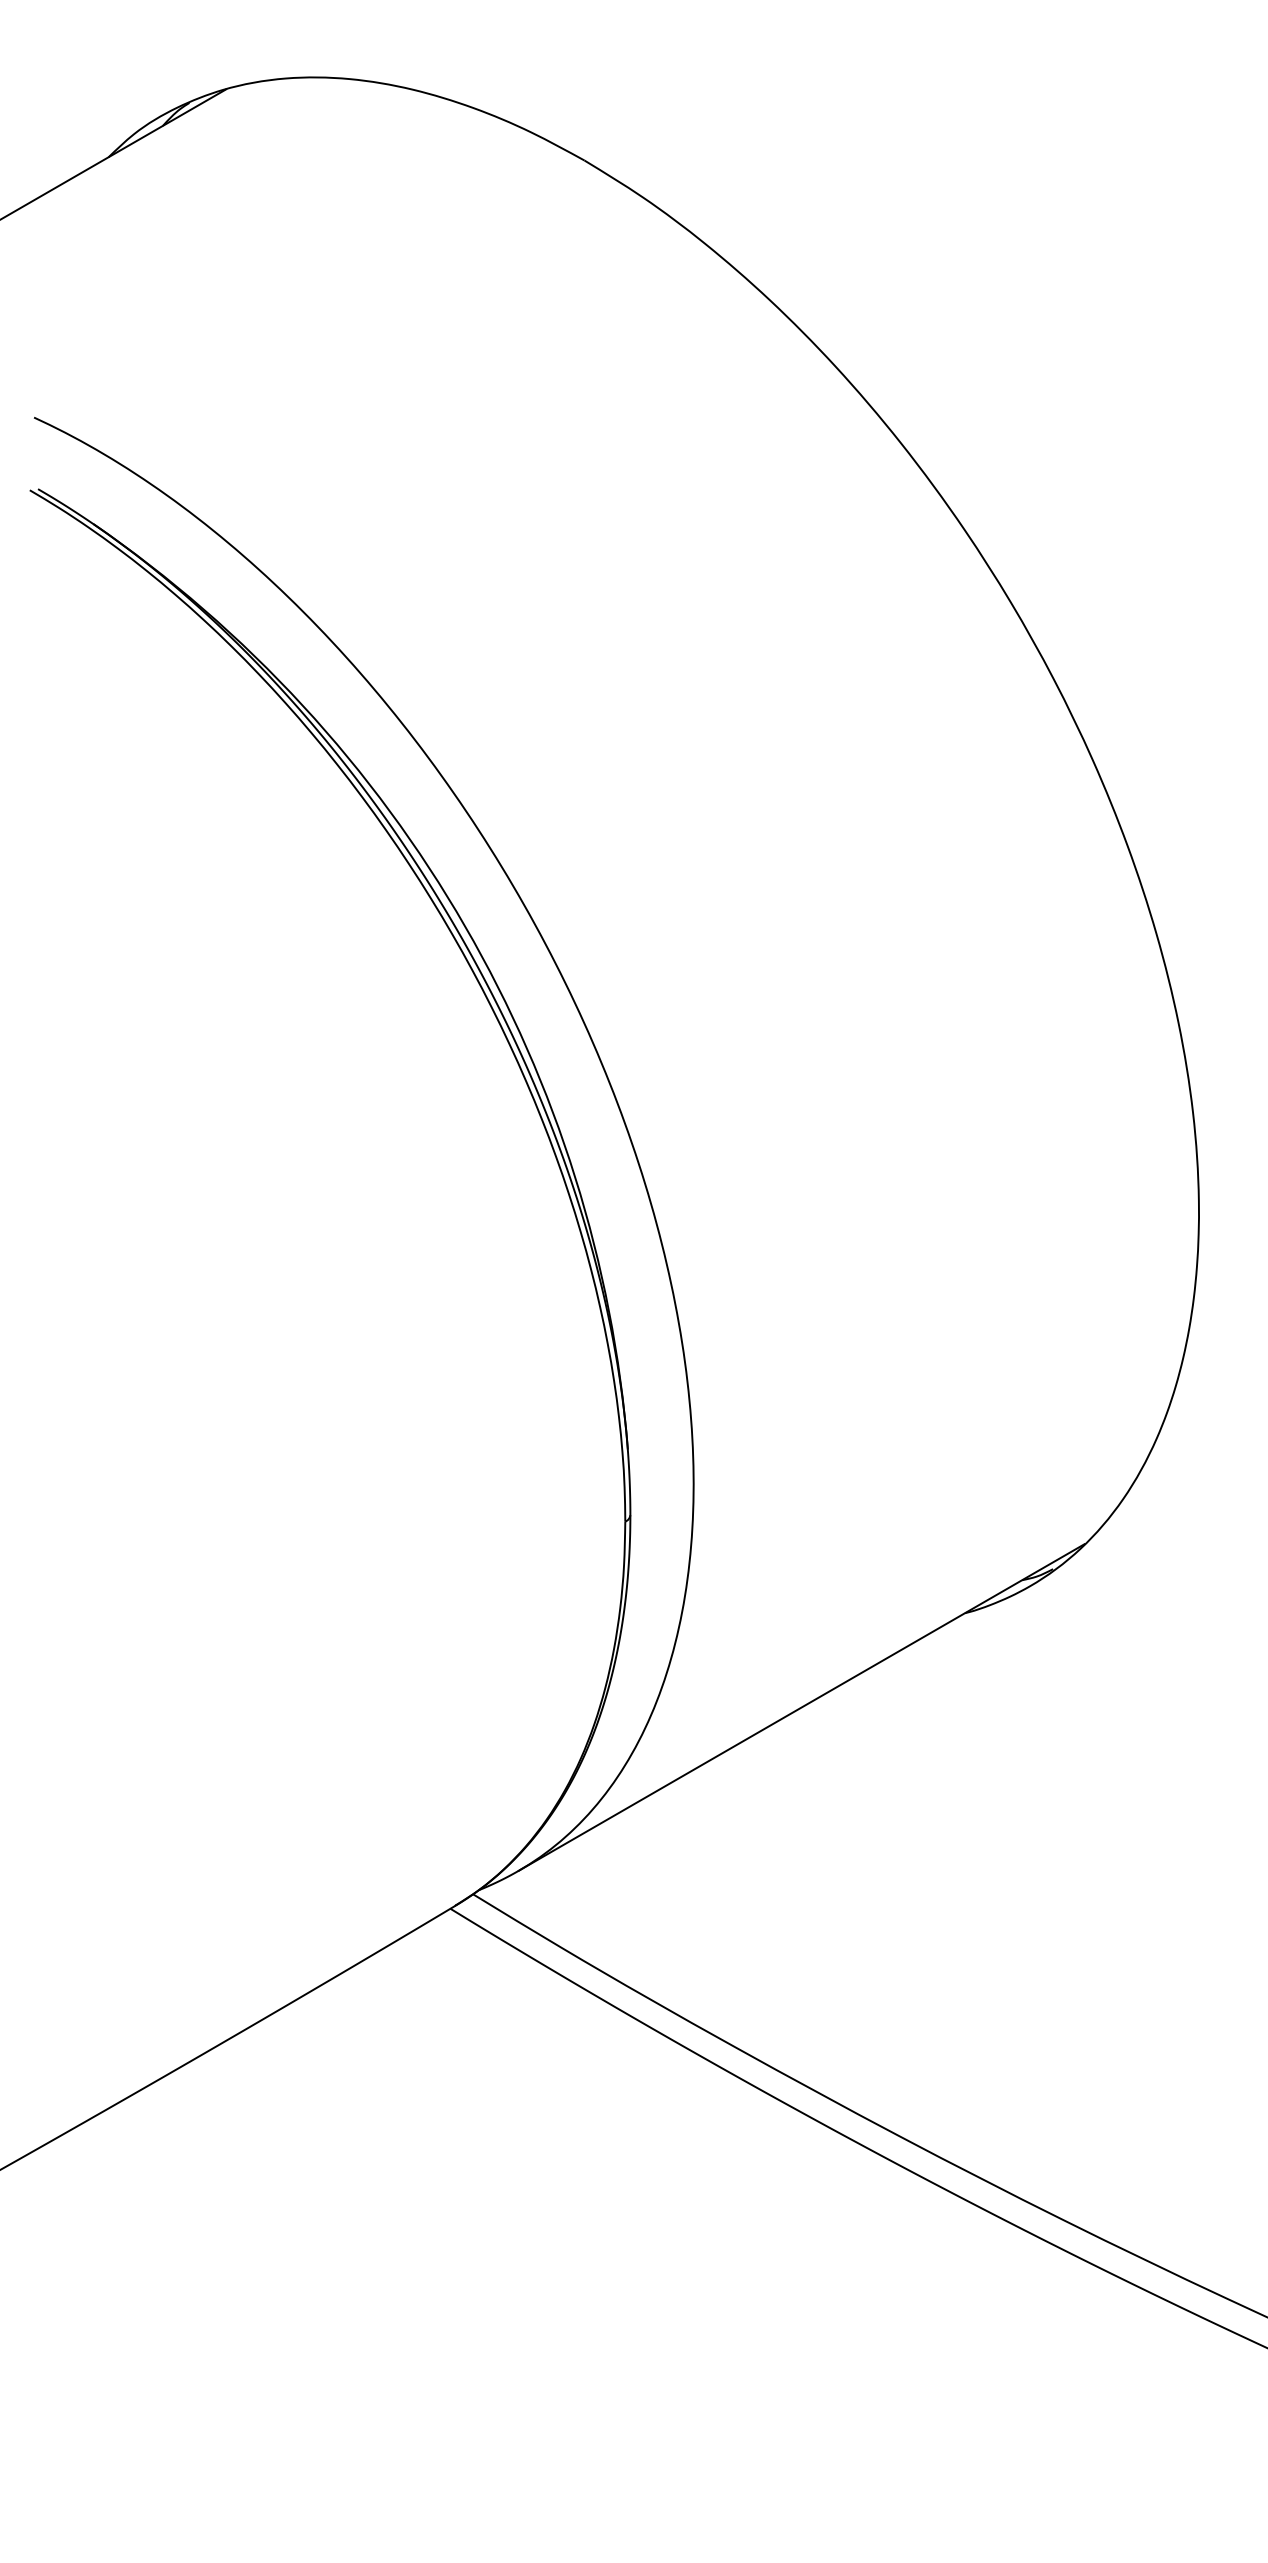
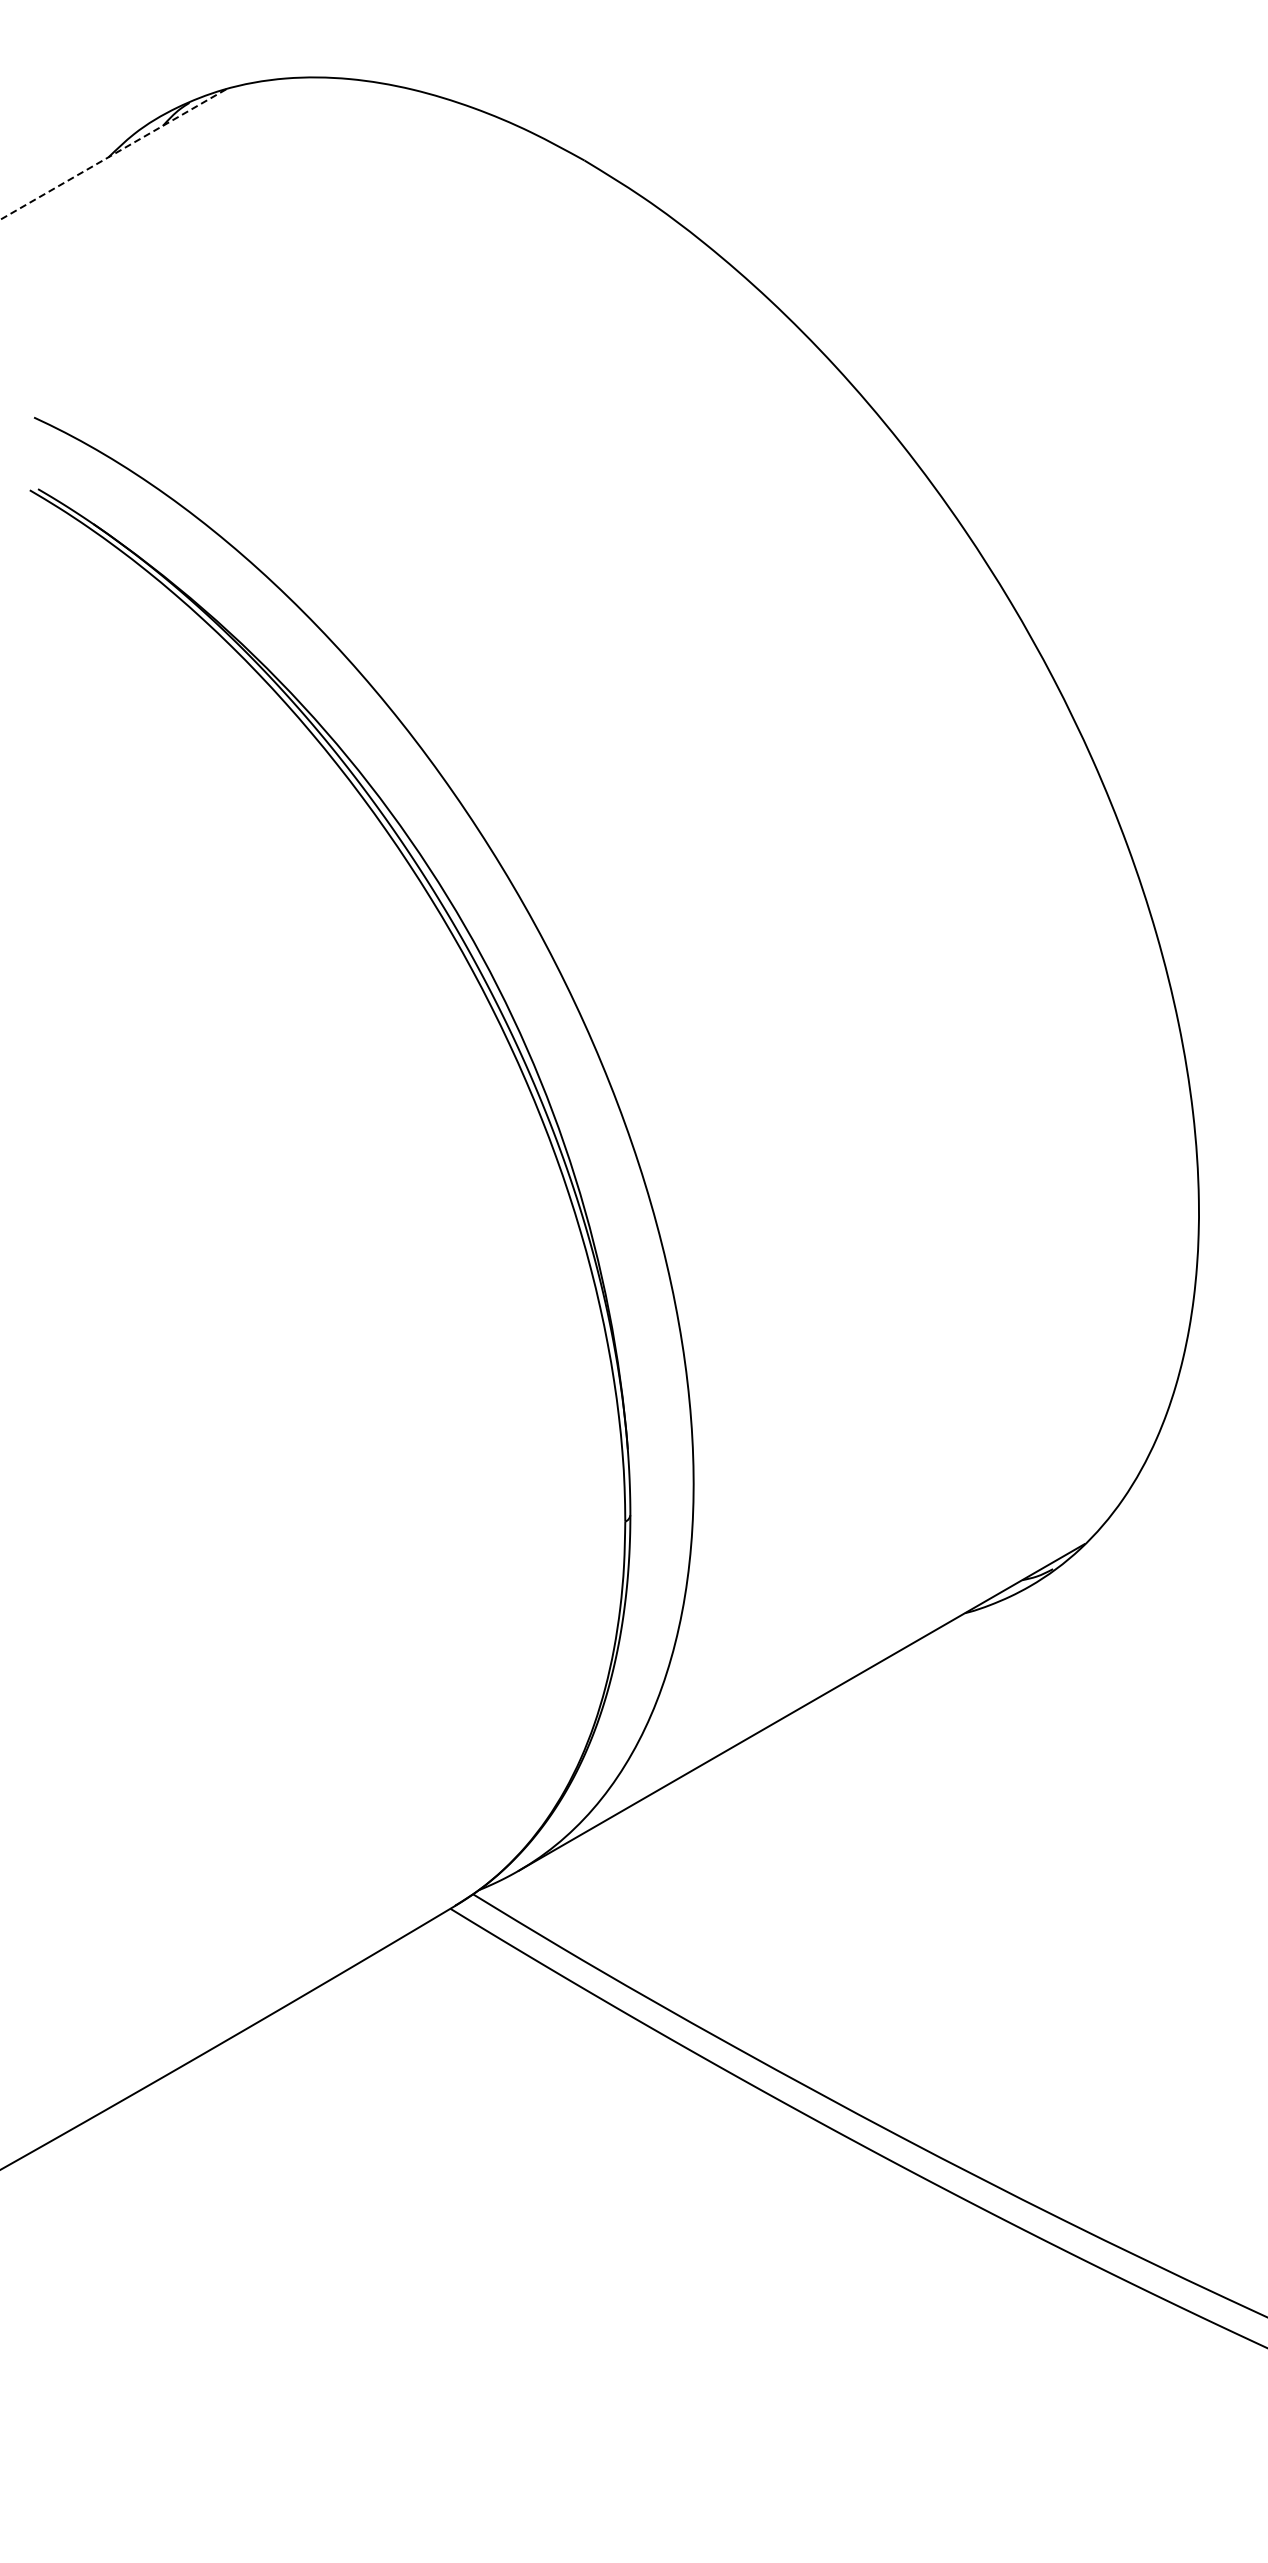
line at (112, 154): solid -> dashed
